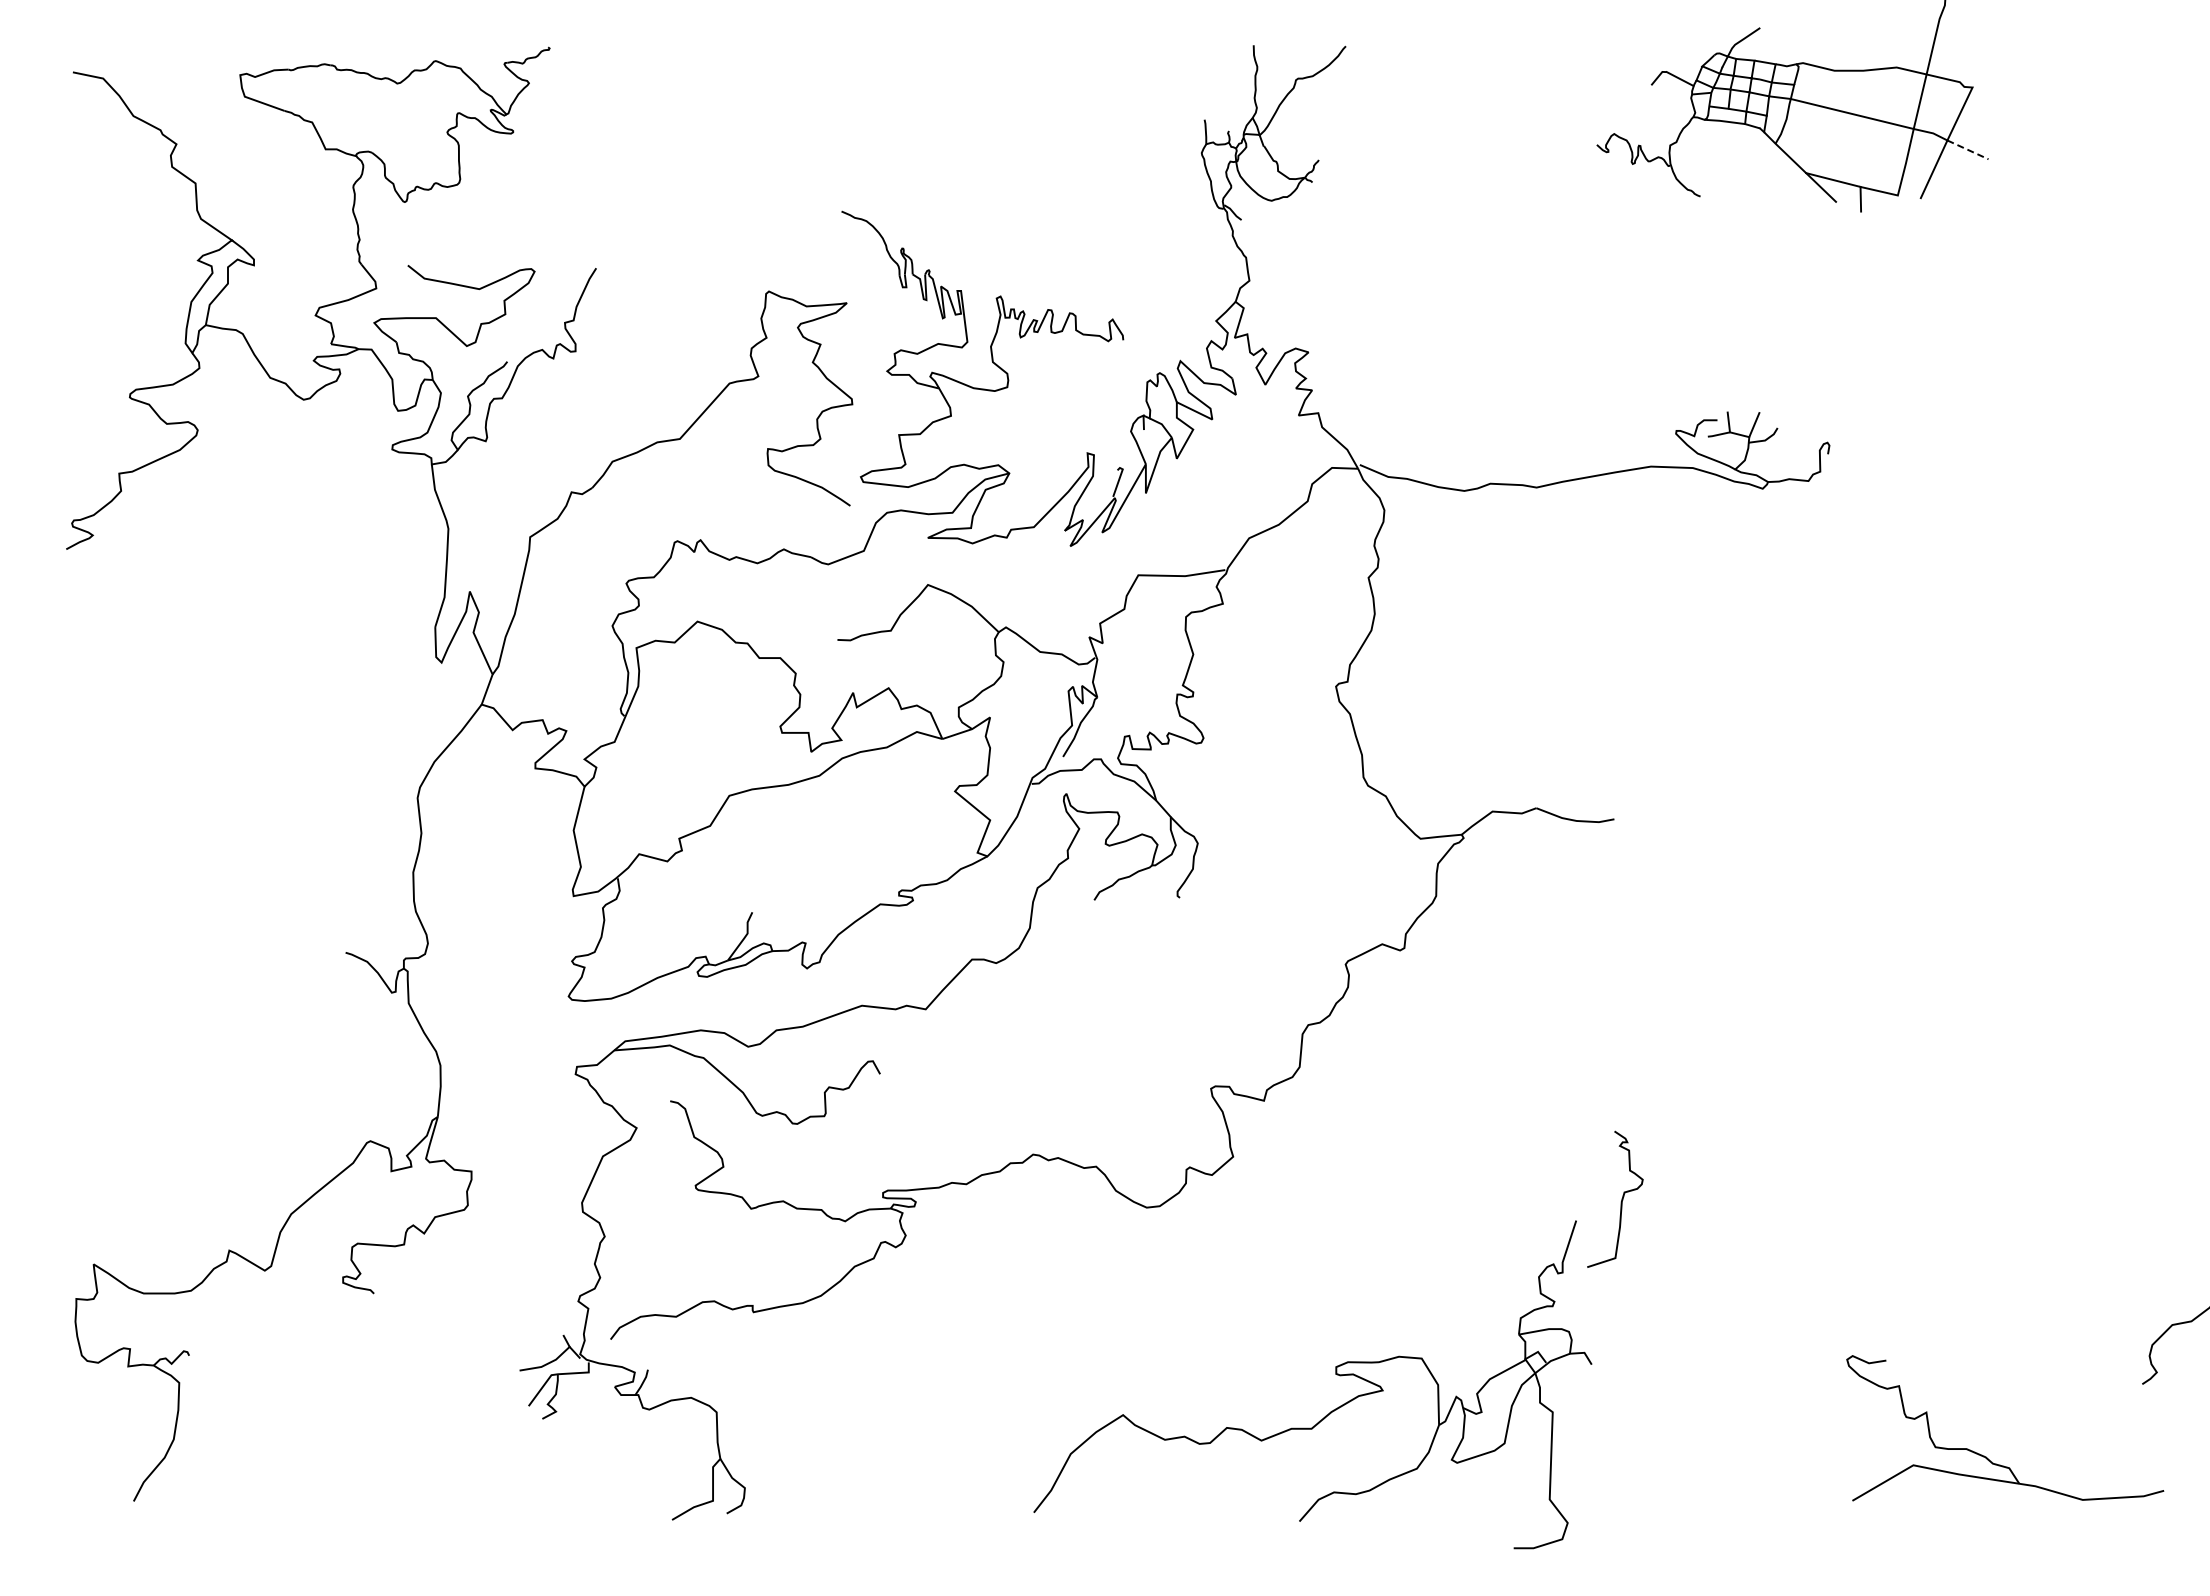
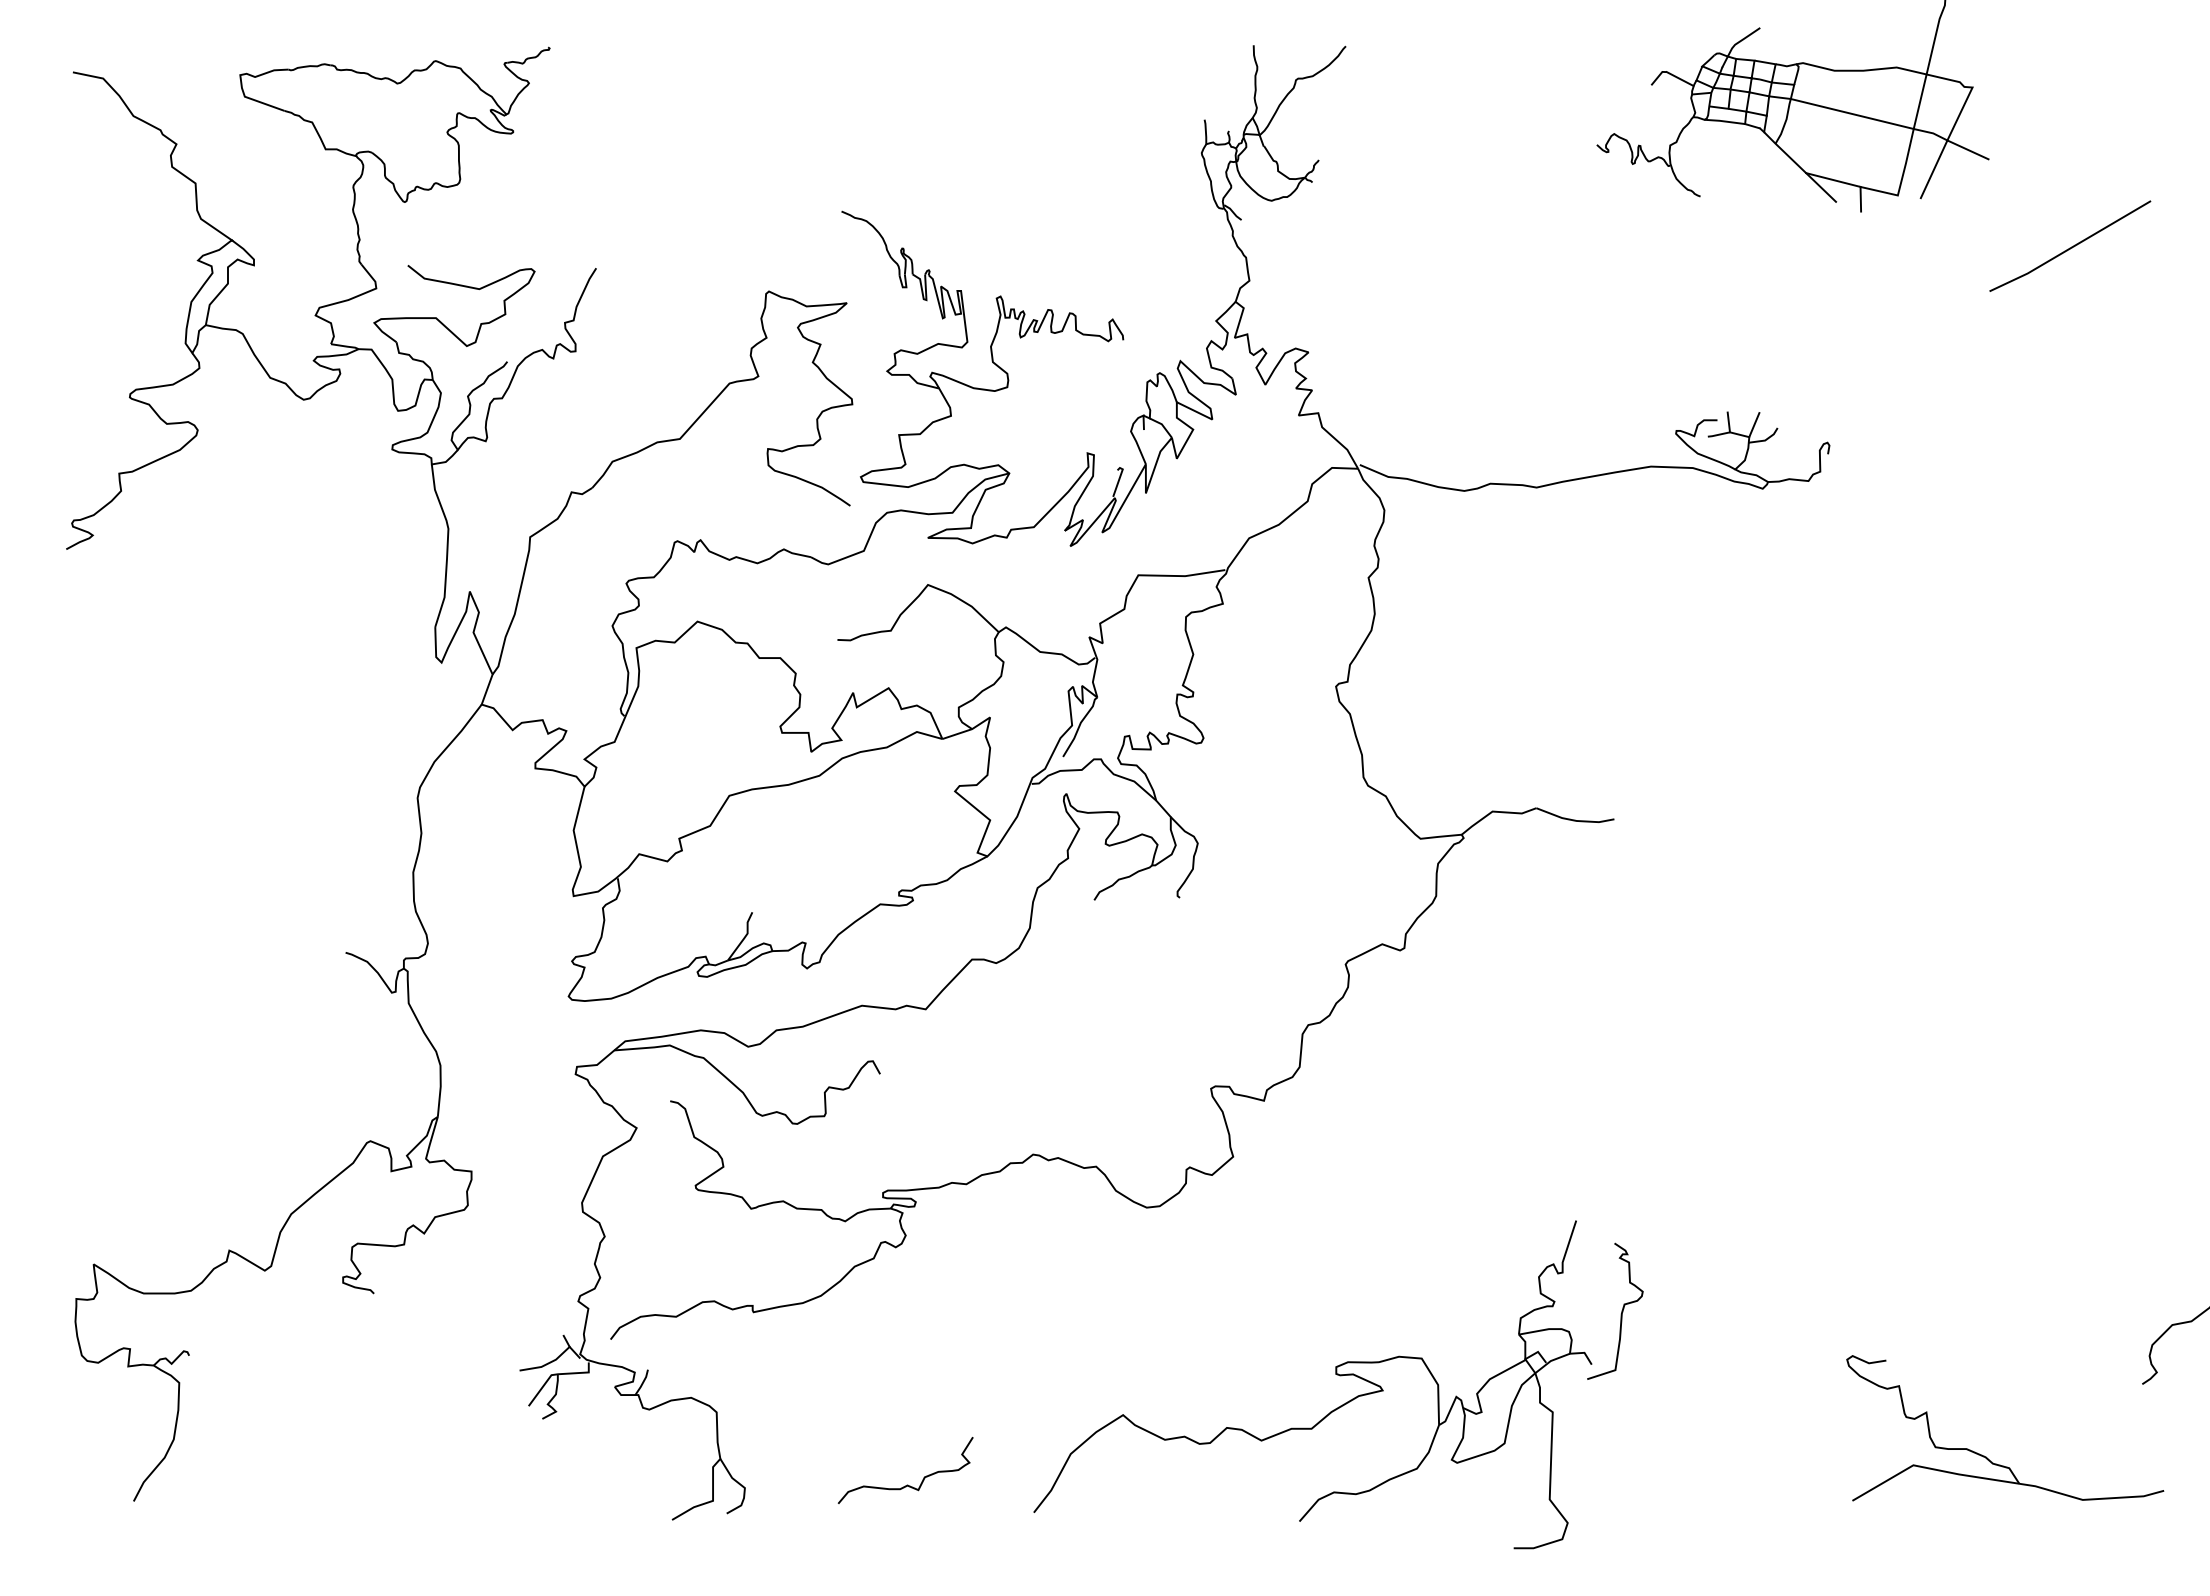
line at (1967, 149): dashed -> solid
line at (2071, 246): none -> present
curve at (1621, 1198) position: (1621, 1198) -> (1621, 1310)
curve at (907, 1484): none -> present
